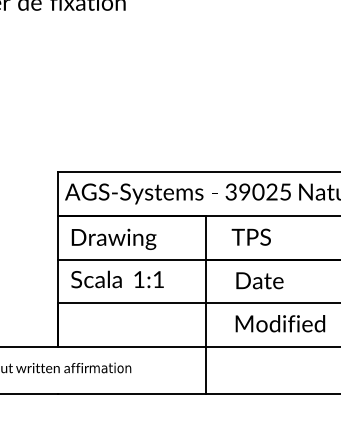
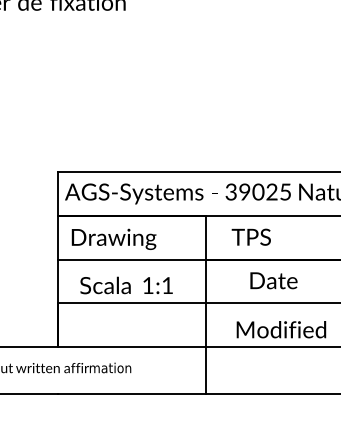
text at (117, 279) position: (117, 279) -> (126, 285)
text at (259, 280) position: (259, 280) -> (273, 280)
text at (280, 323) position: (280, 323) -> (281, 329)
